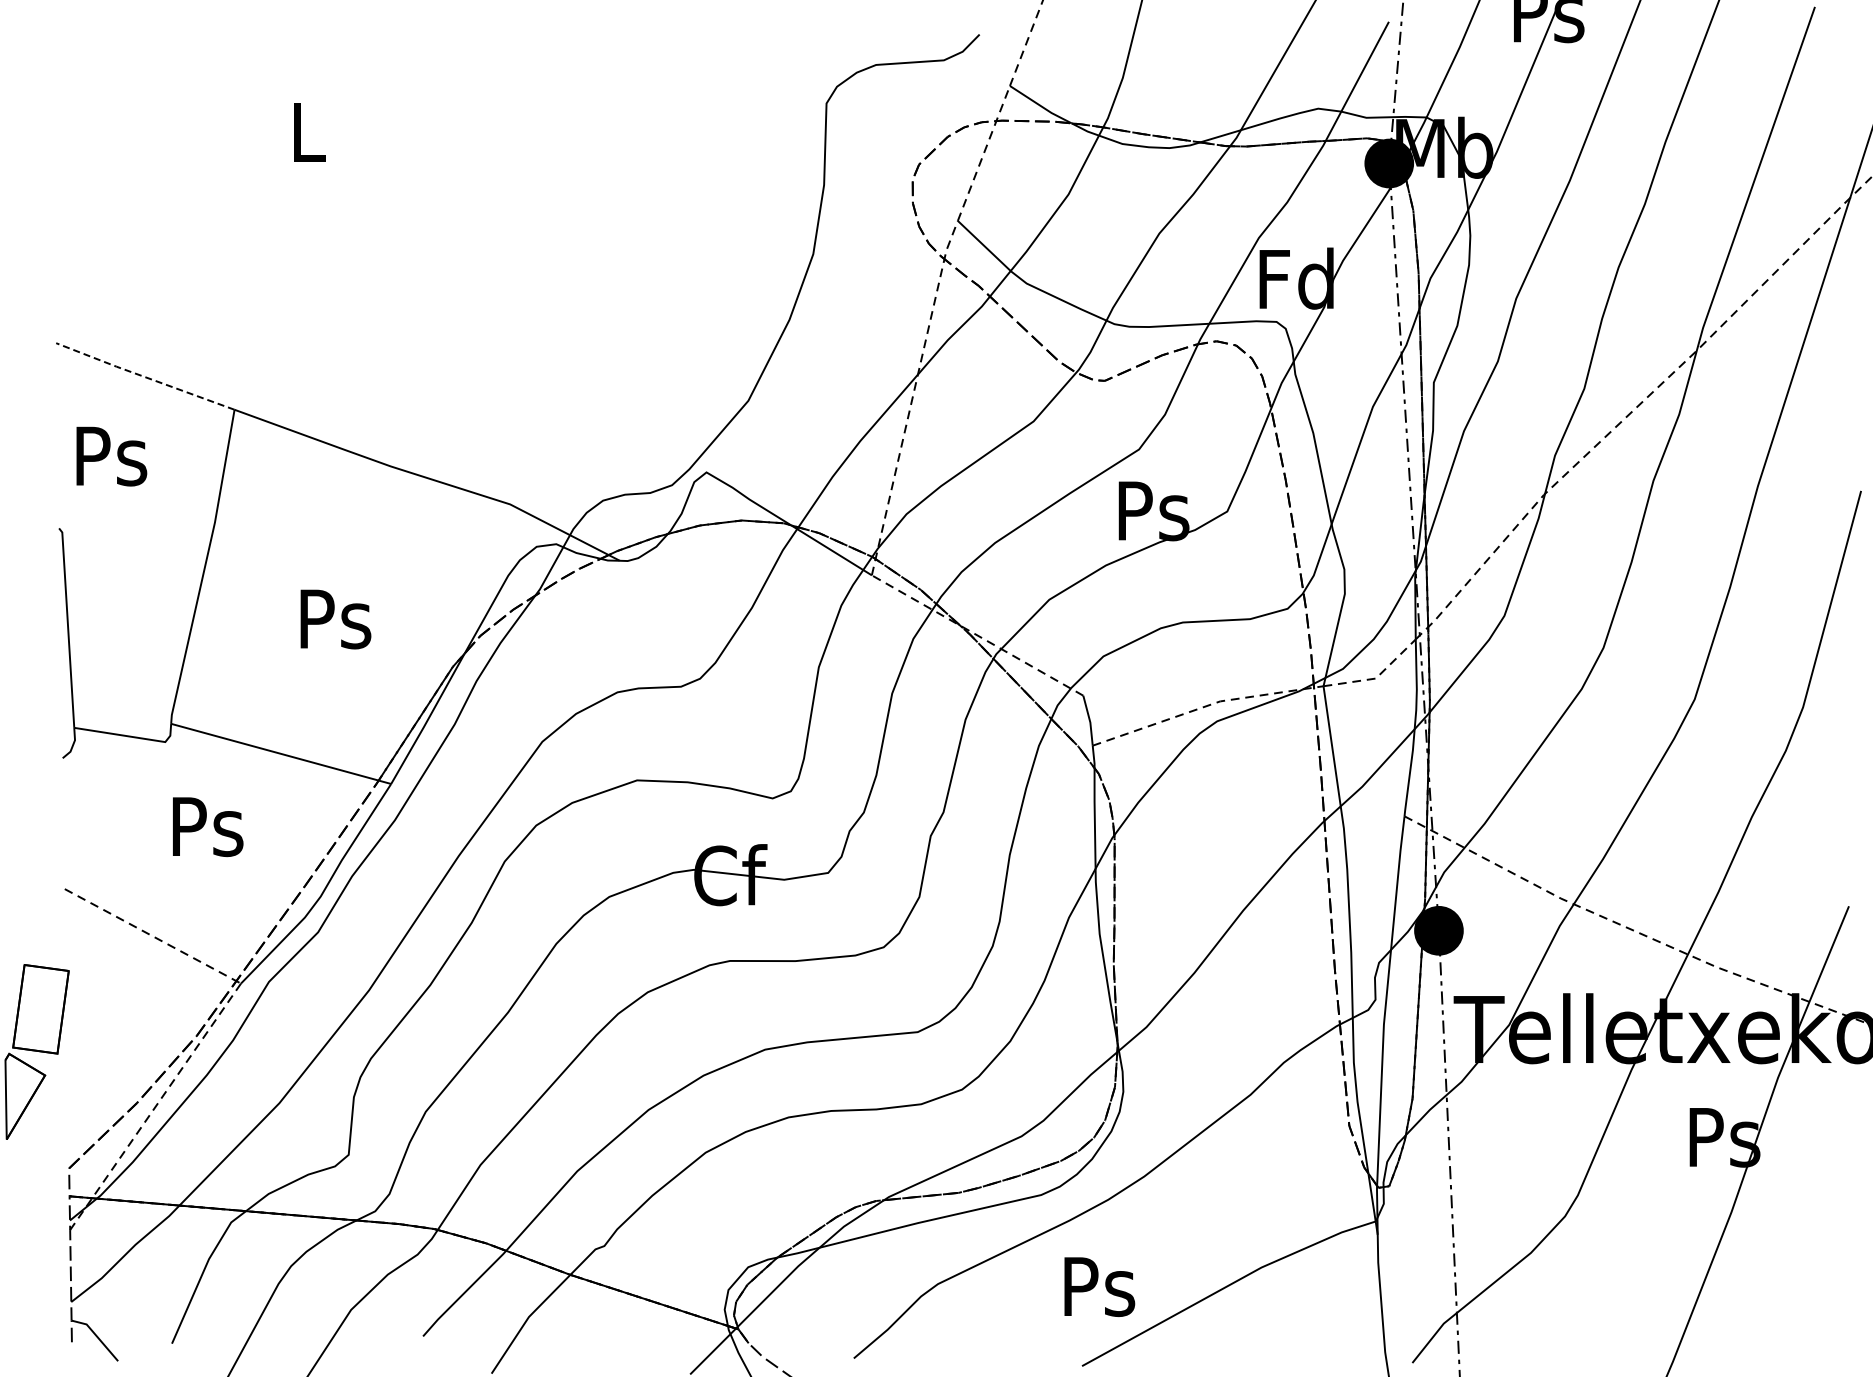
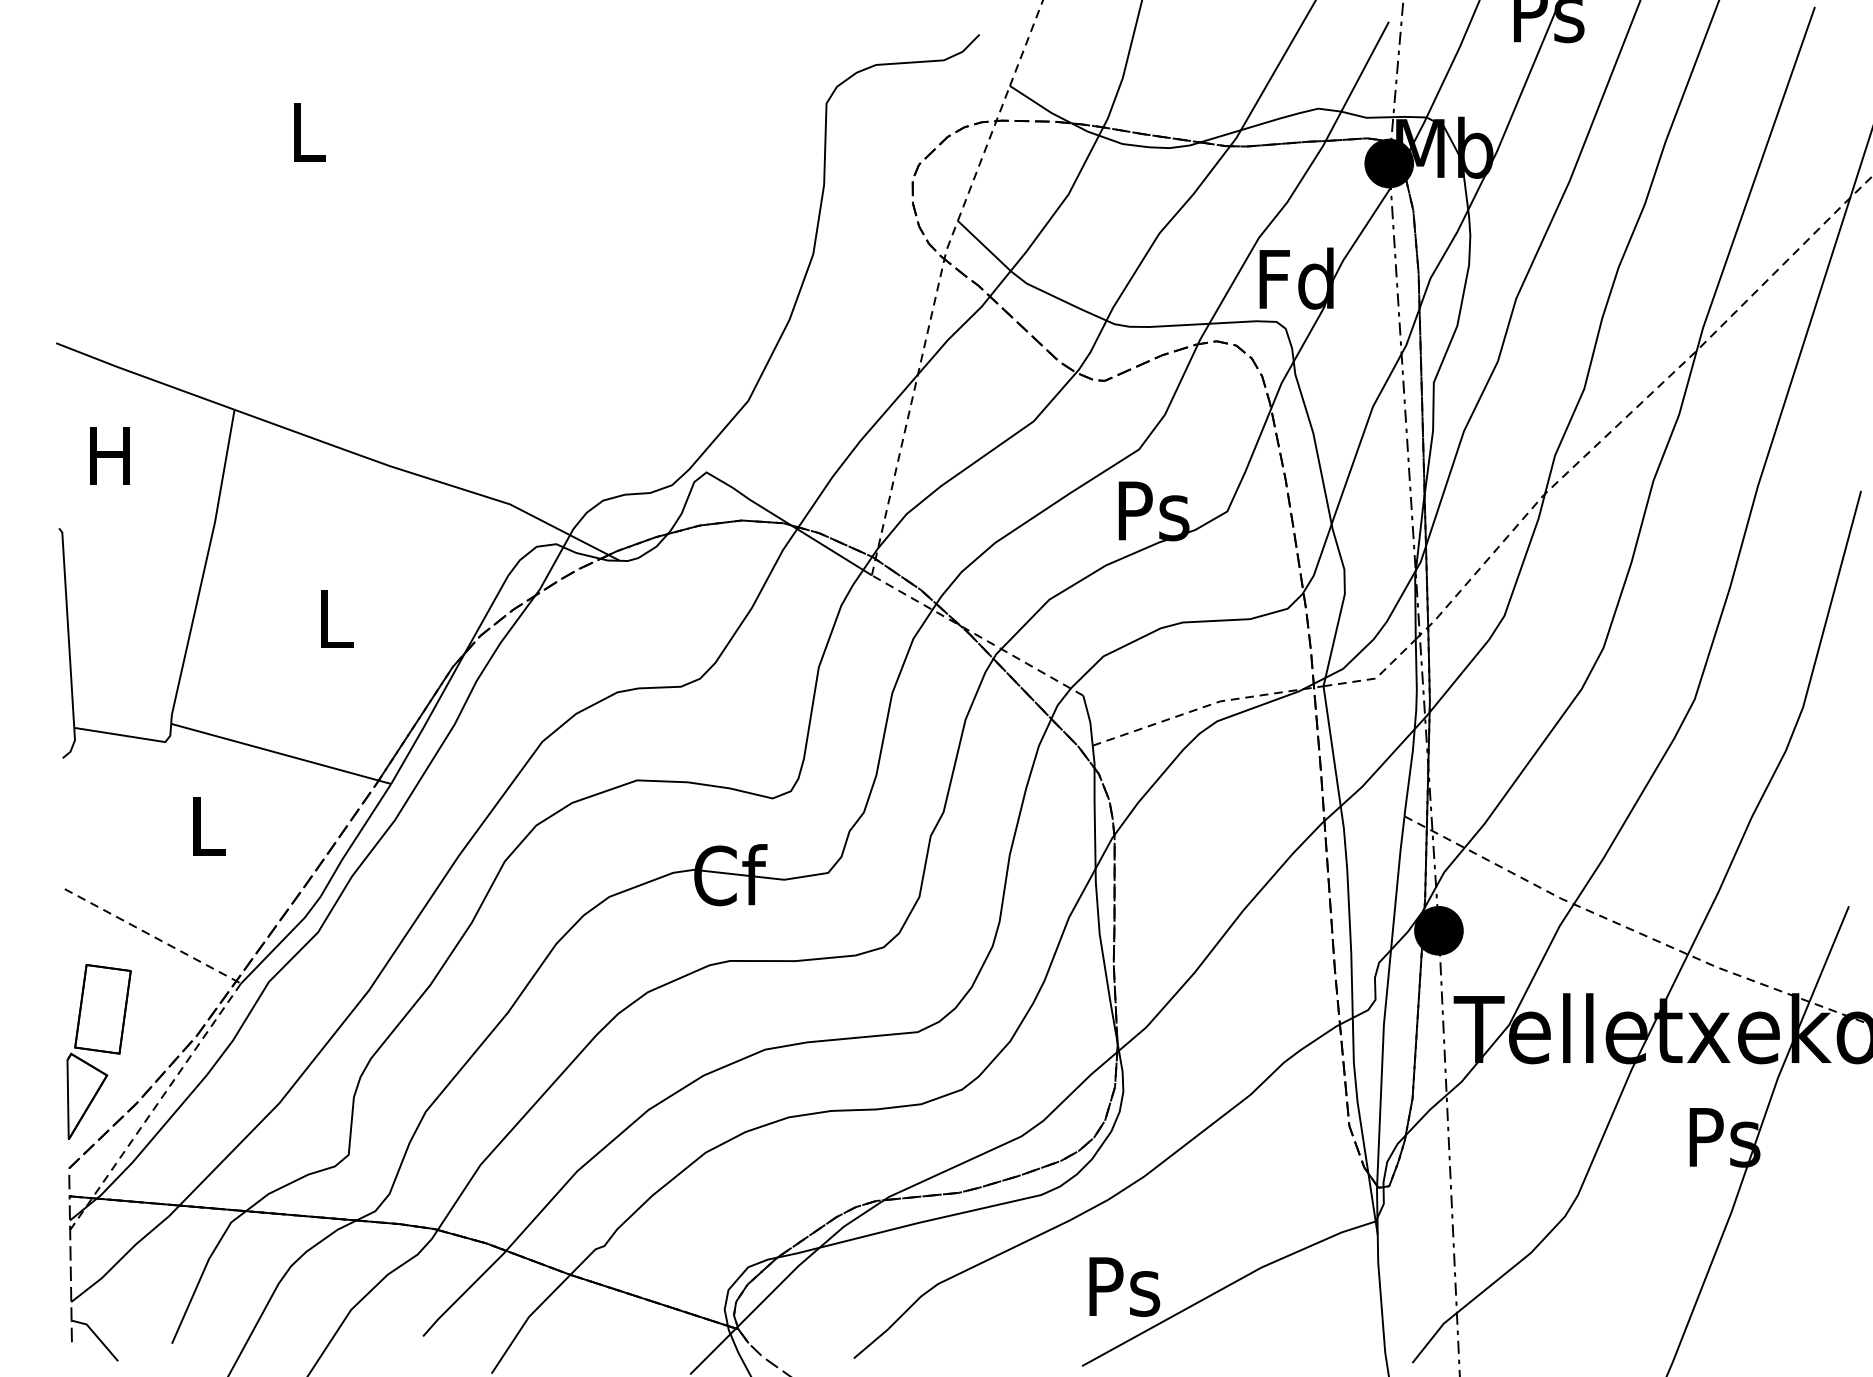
line at (144, 376): dashed -> solid
text at (111, 456): Ps -> H
text at (335, 619): Ps -> L
text at (207, 827): Ps -> L
part at (36, 1051) position: (36, 1051) -> (98, 1051)
text at (1099, 1286) position: (1099, 1286) -> (1124, 1286)
